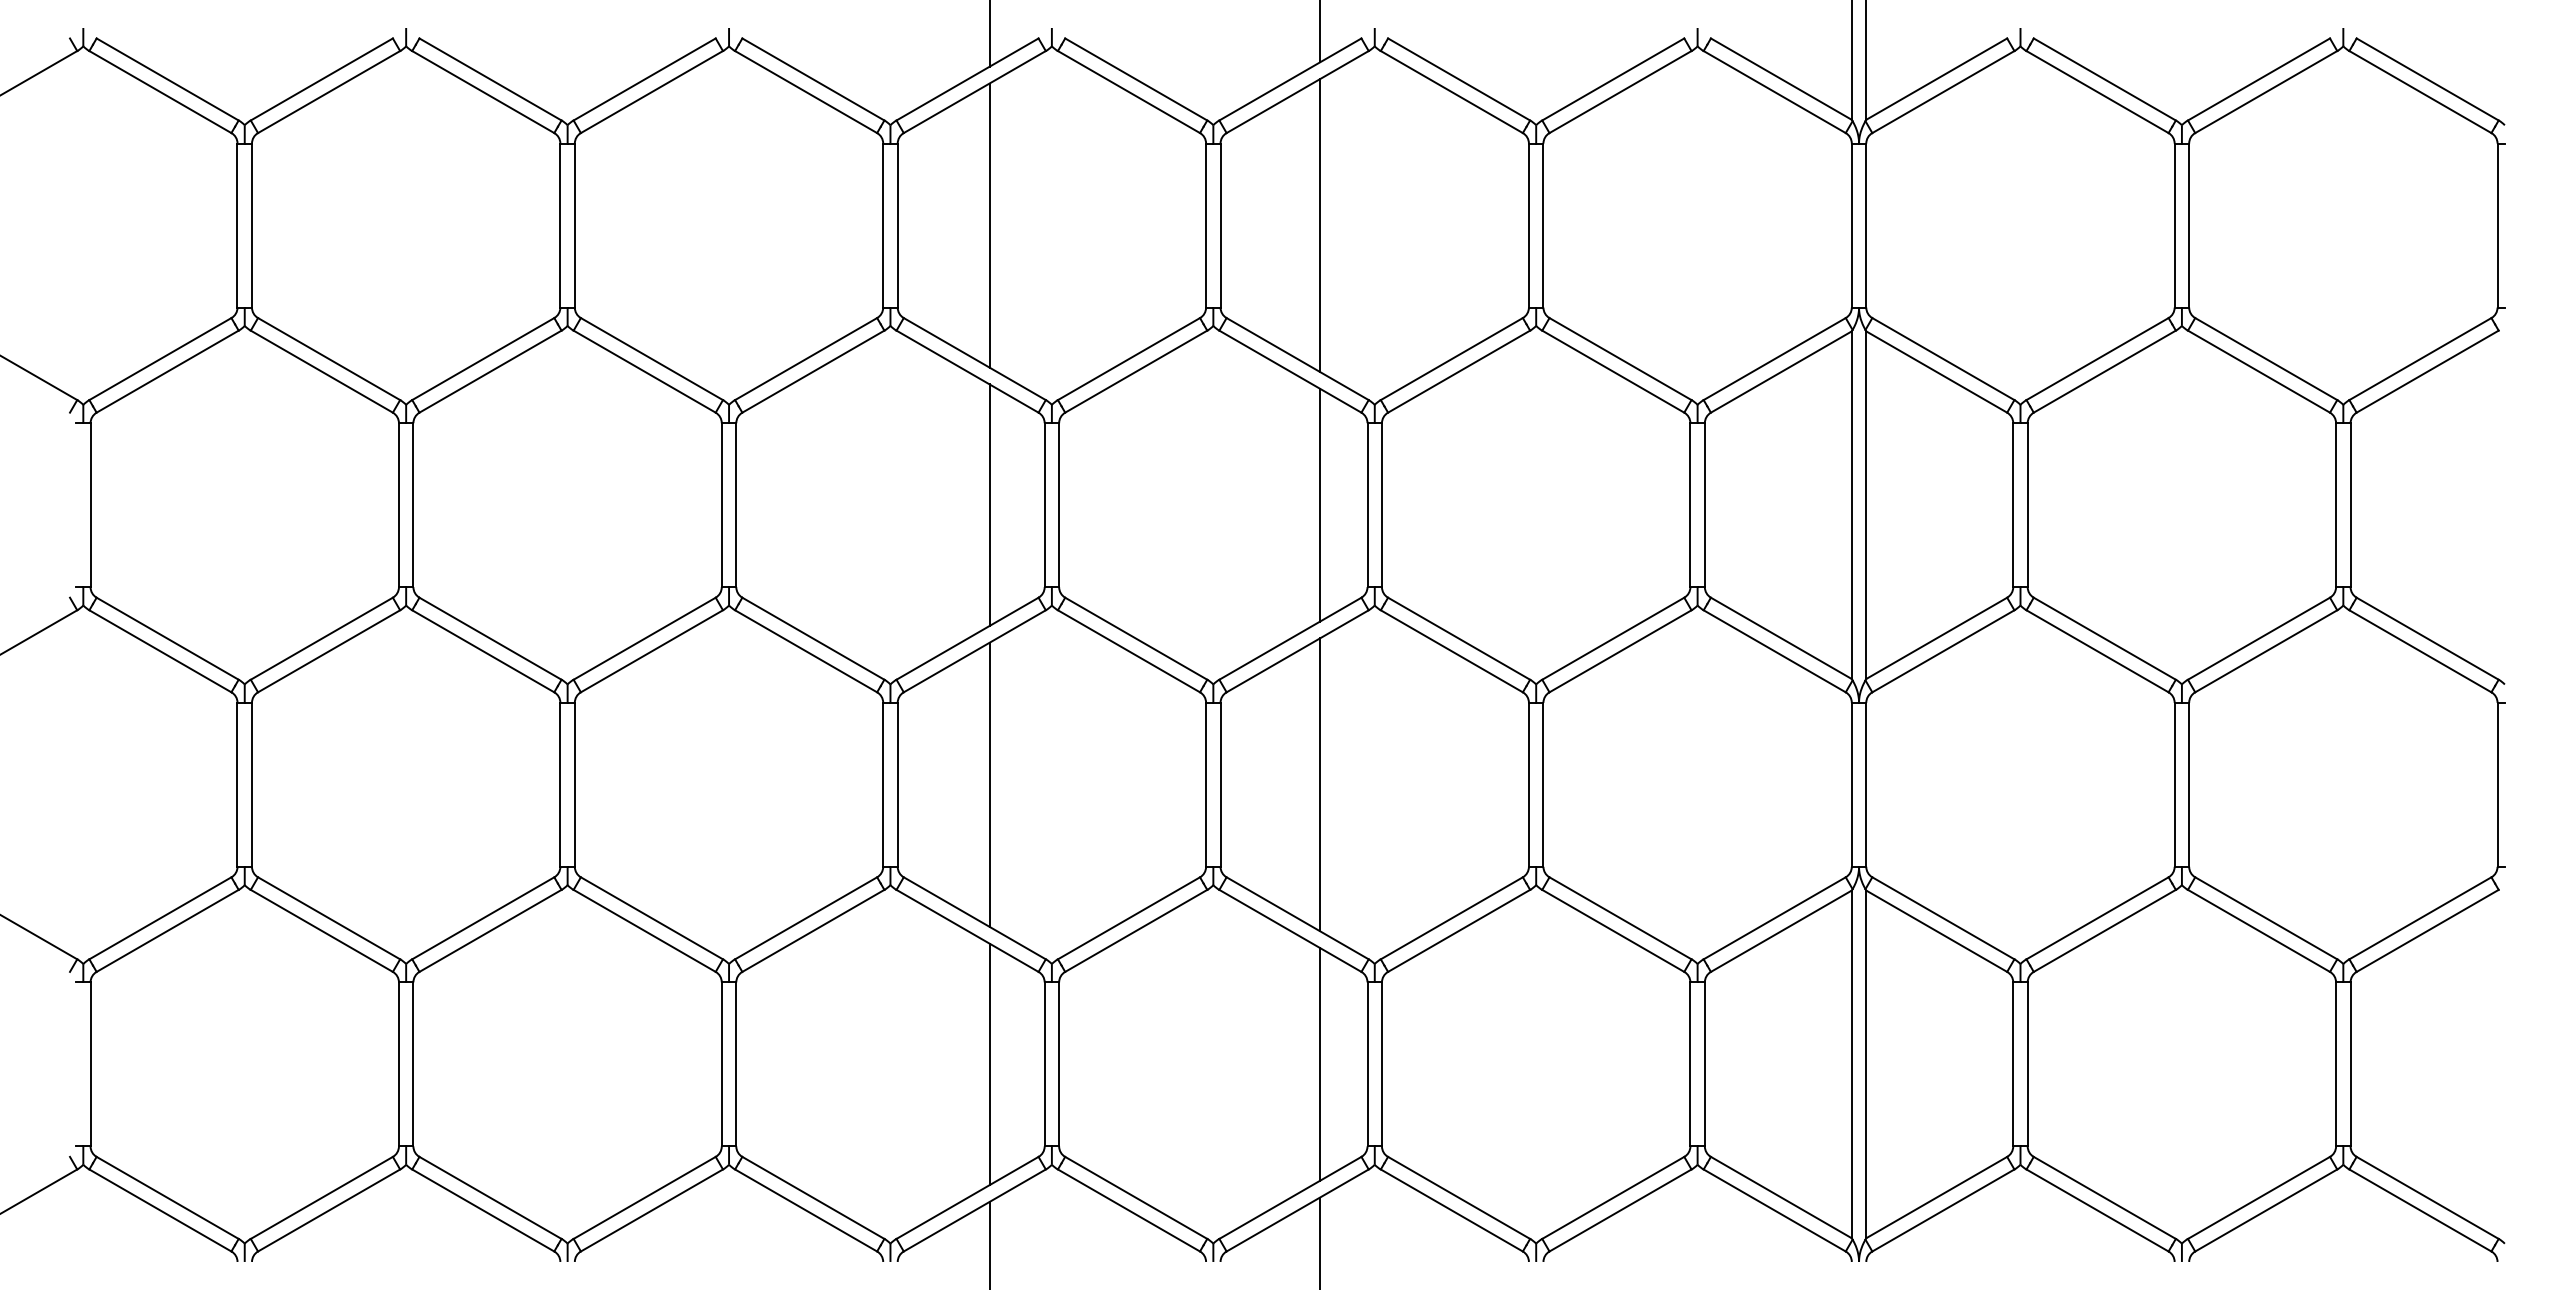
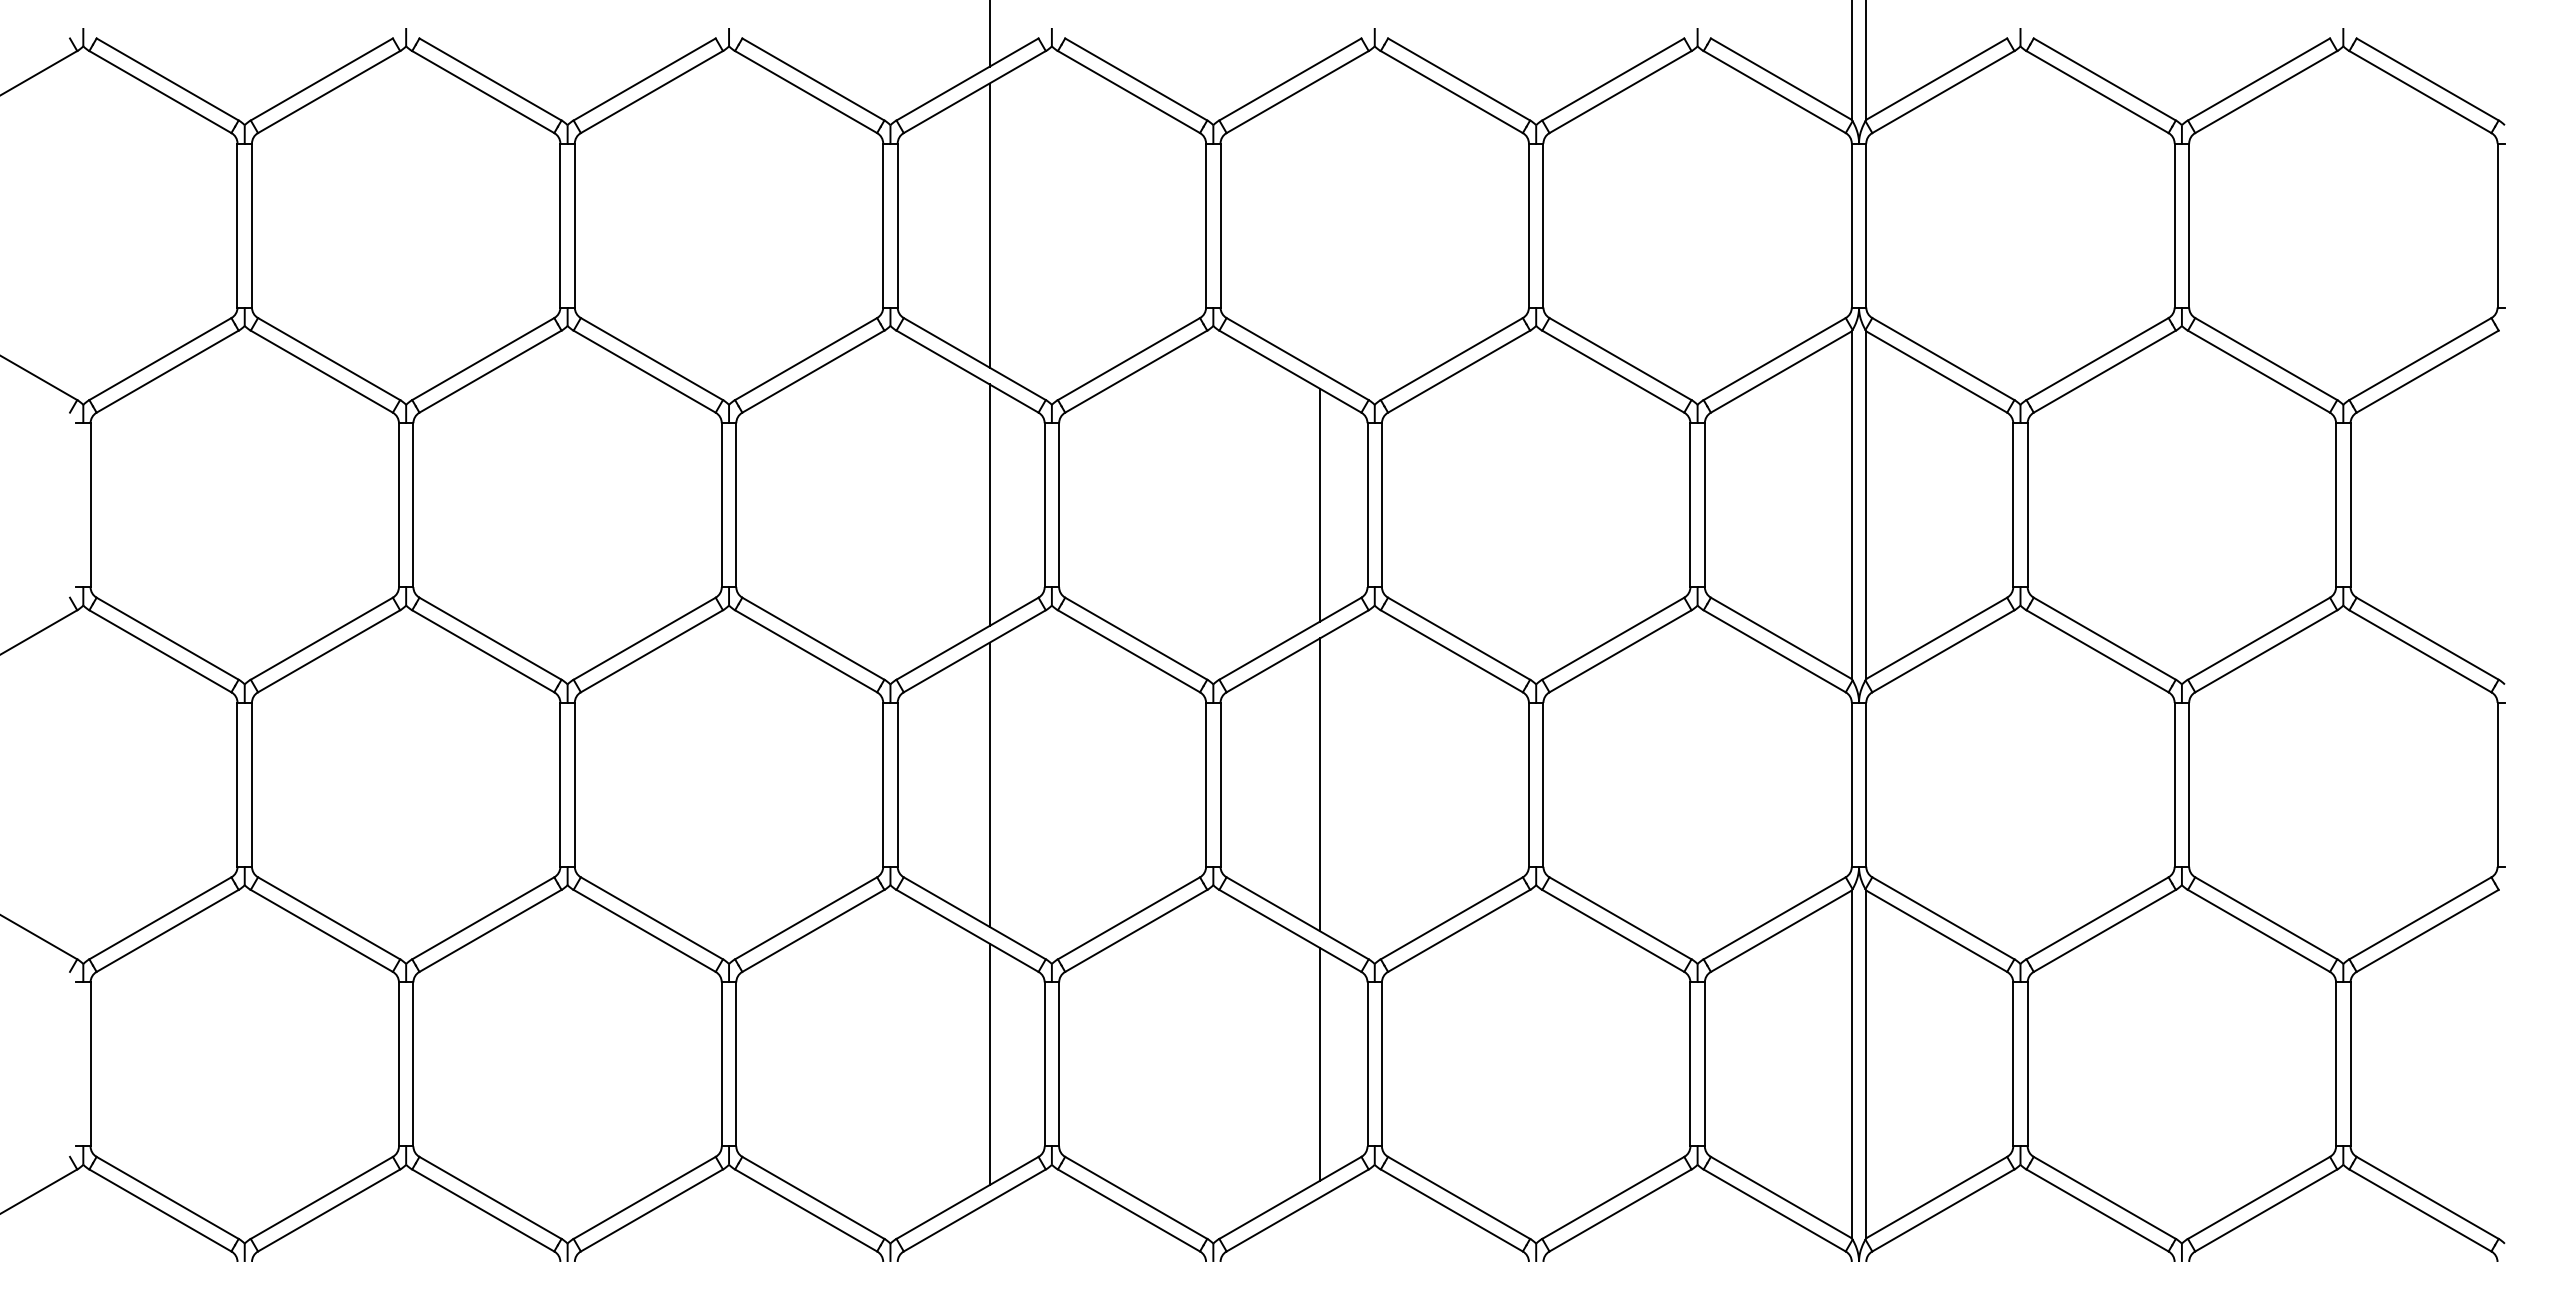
line at (1320, 32): present -> none
line at (1320, 225): present -> none
line at (1320, 1241): present -> none
line at (989, 1243): present -> none
